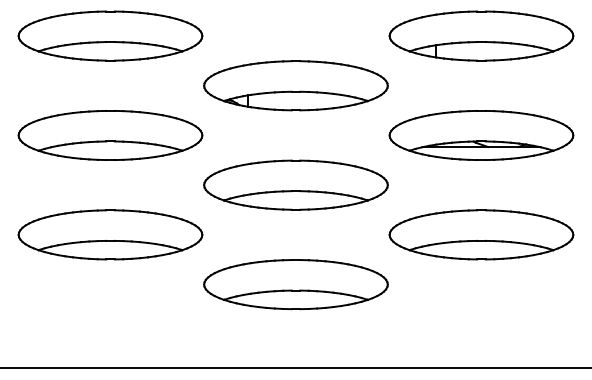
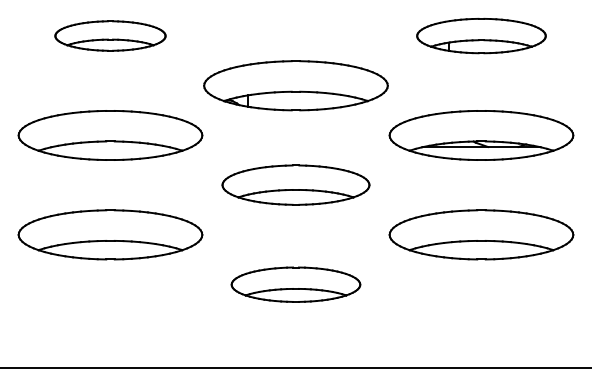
part at (110, 35) size: 187x52 px -> 113x32 px
part at (481, 35) size: 187x52 px -> 131x37 px
part at (295, 184) size: 186x52 px -> 150x42 px
part at (295, 284) size: 186x52 px -> 132x37 px
